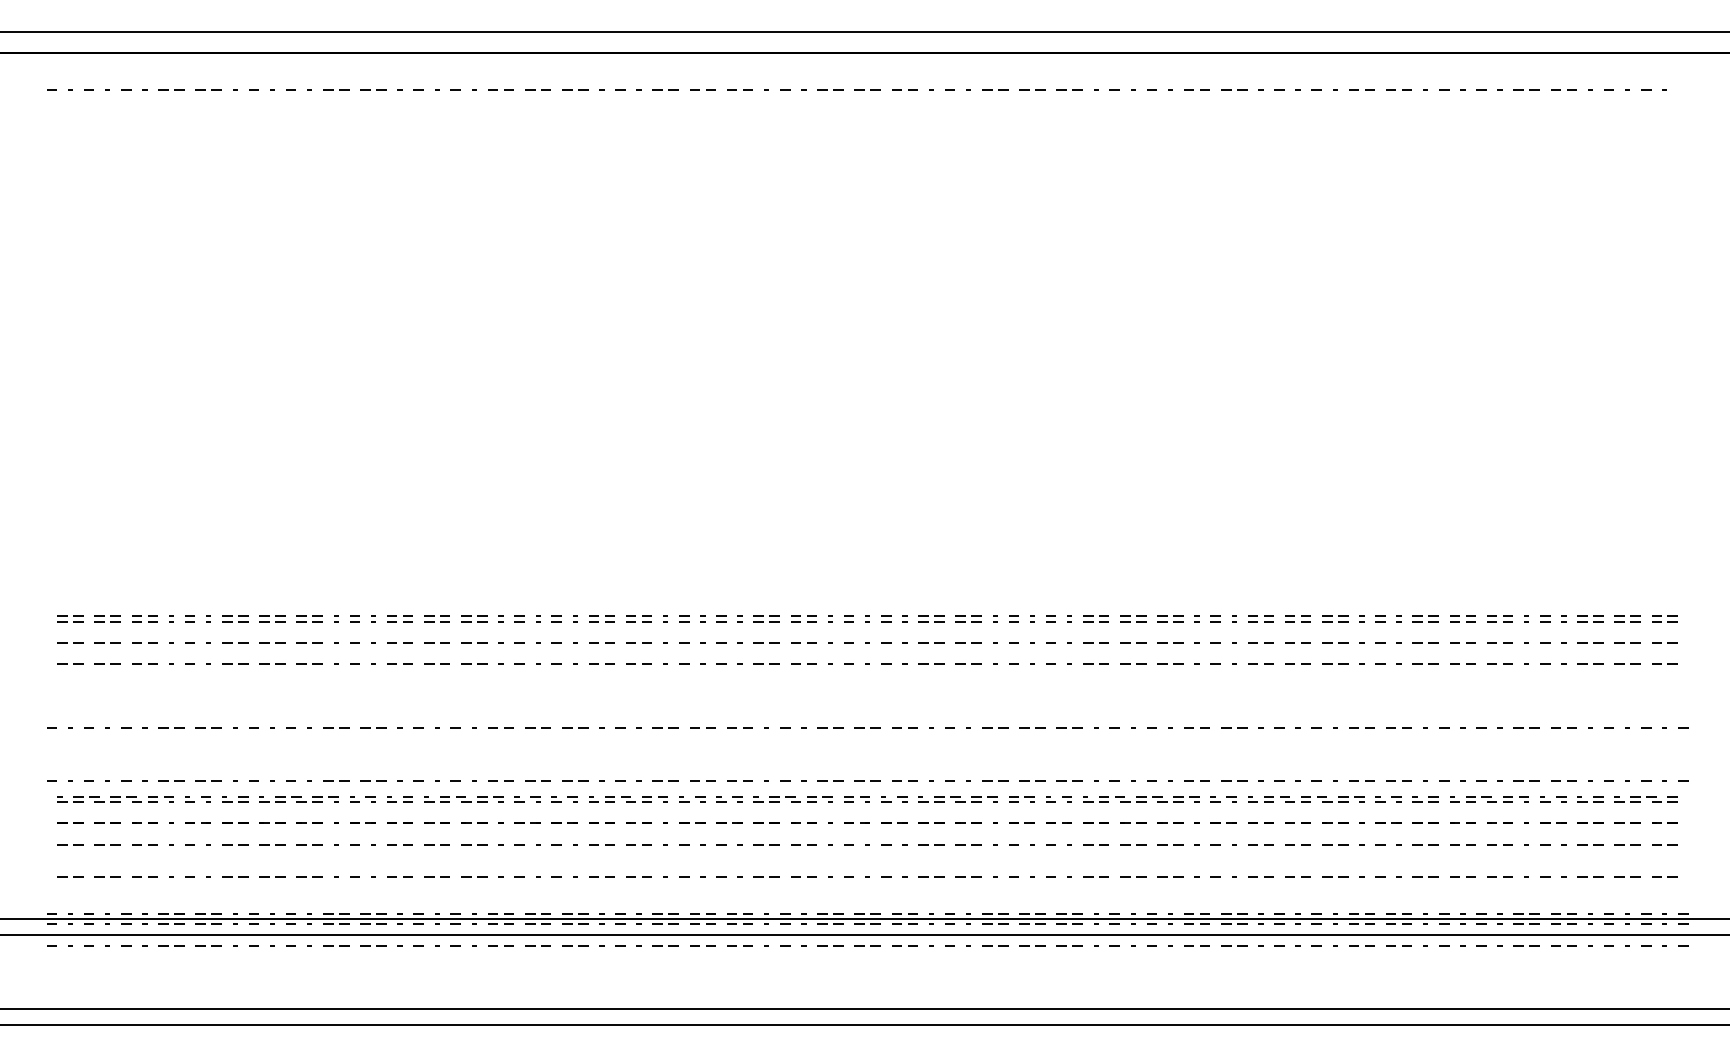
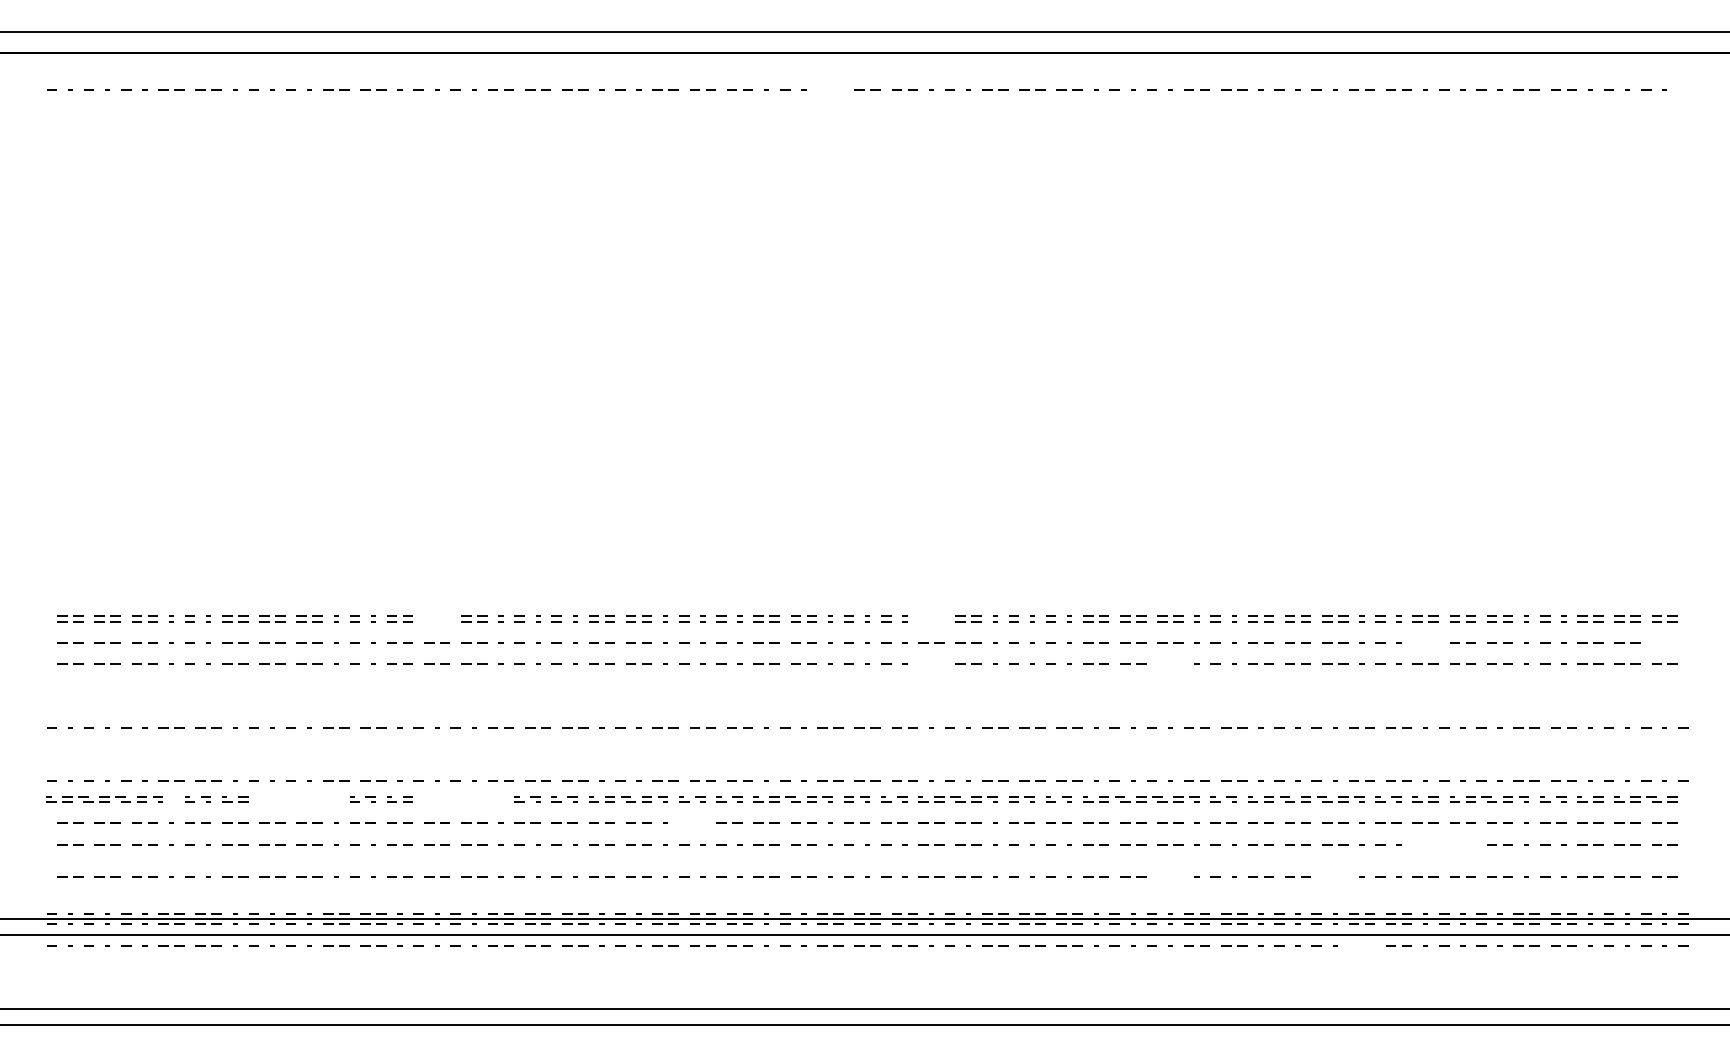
line at (827, 89): present -> none
part at (436, 618): present -> none
part at (931, 618): present -> none
line at (1422, 642): present -> none
line at (1661, 642): present -> none
line at (928, 663): present -> none
line at (1167, 663): present -> none
part at (115, 799) position: (115, 799) -> (104, 799)
part at (298, 799): present -> none
part at (463, 799): present -> none
line at (689, 822): present -> none
line at (1422, 844): present -> none
line at (1459, 844): present -> none
line at (1167, 876): present -> none
line at (1332, 876): present -> none
line at (1358, 945): present -> none
